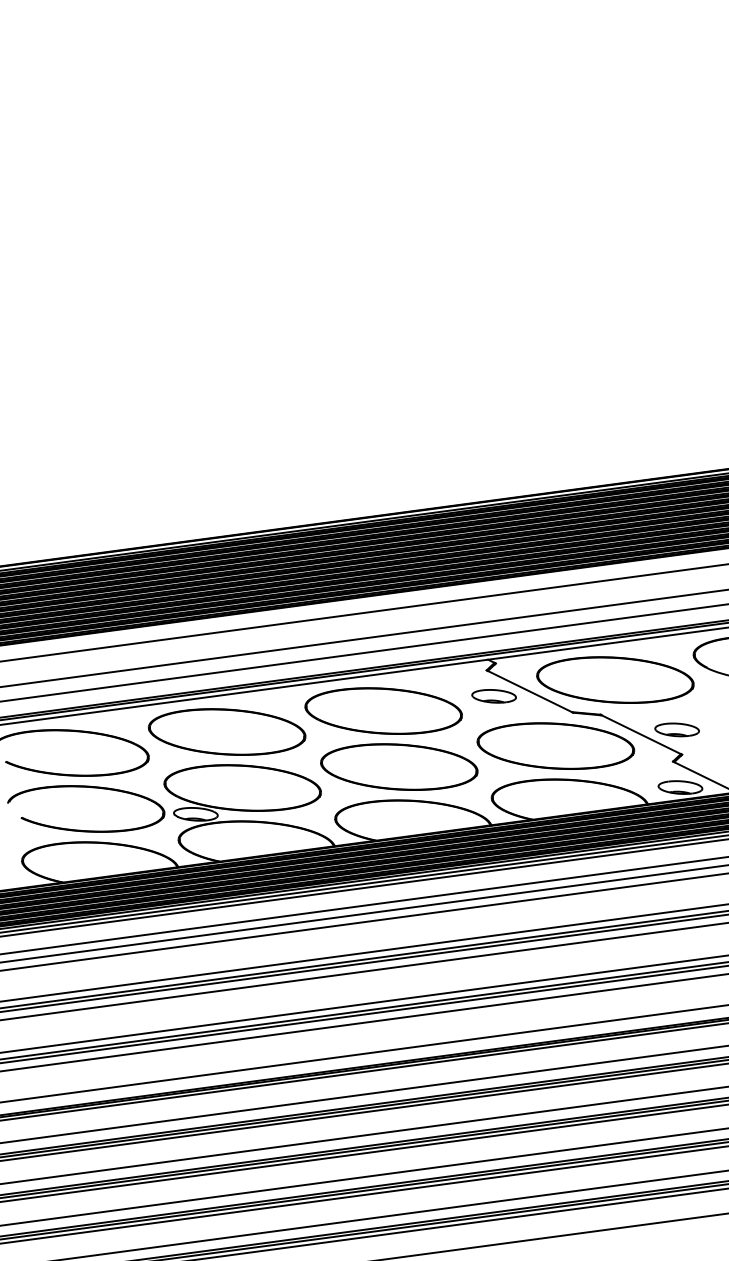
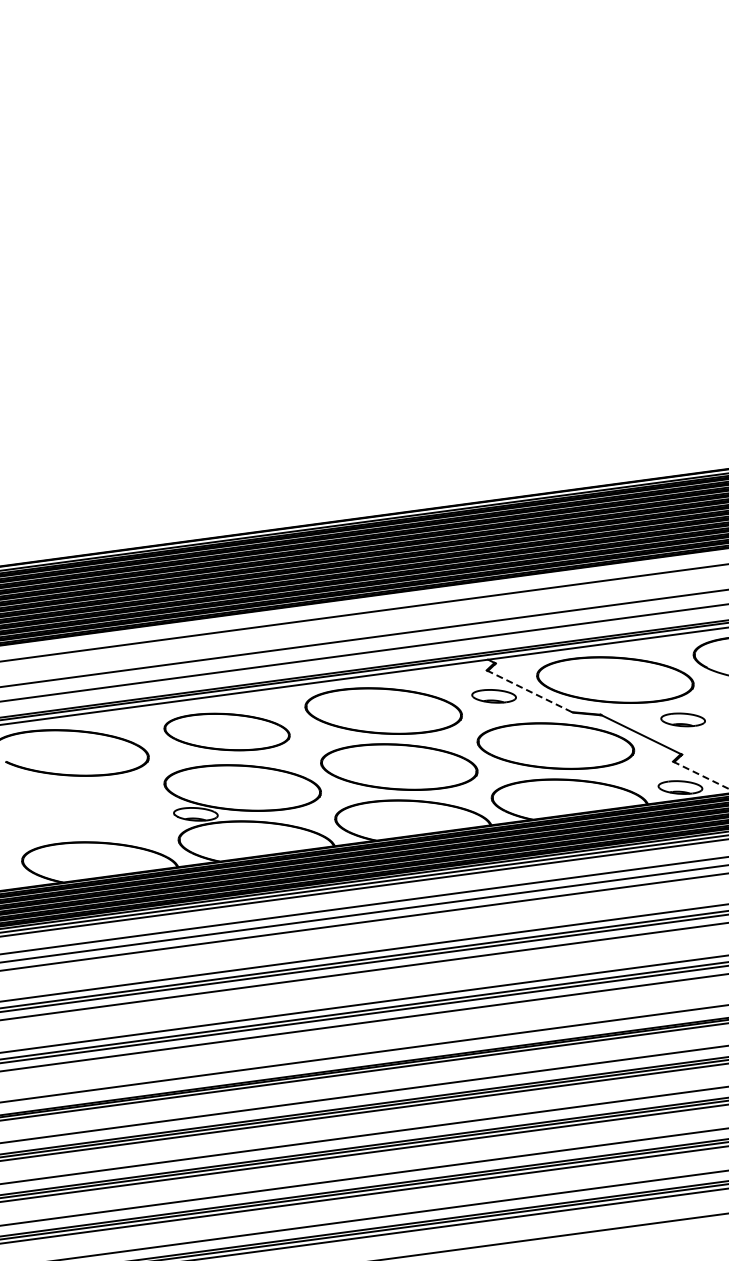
line at (530, 691): solid -> dashed
part at (676, 729) position: (676, 729) -> (682, 719)
part at (226, 731) size: 160x48 px -> 128x40 px
line at (700, 775): solid -> dashed
part at (92, 788): present -> none
